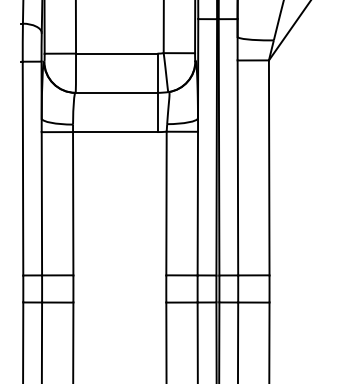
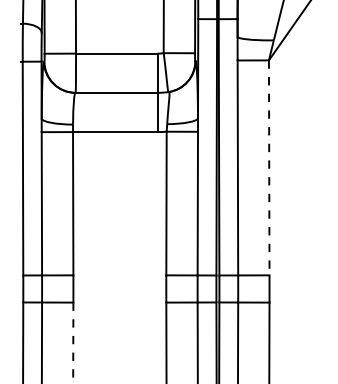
line at (269, 168): solid -> dashed
line at (73, 343): solid -> dashed
